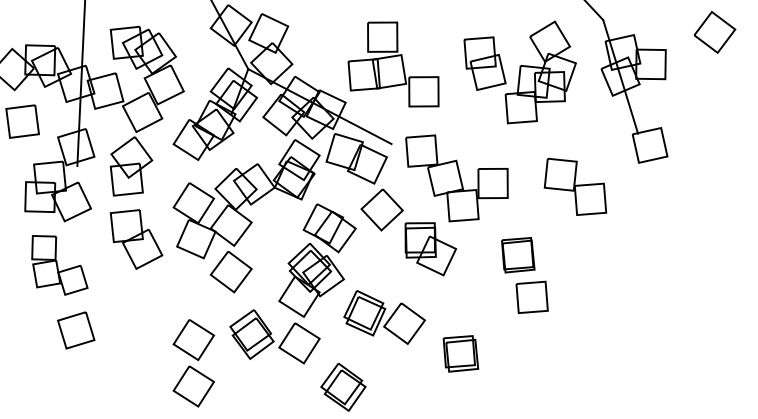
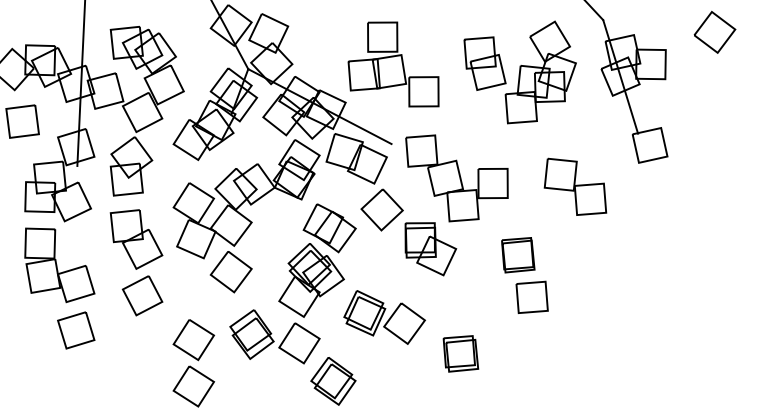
part at (59, 265) size: 58x61 px -> 72x77 px
part at (142, 295): none -> present
part at (343, 387) position: (343, 387) -> (333, 381)
